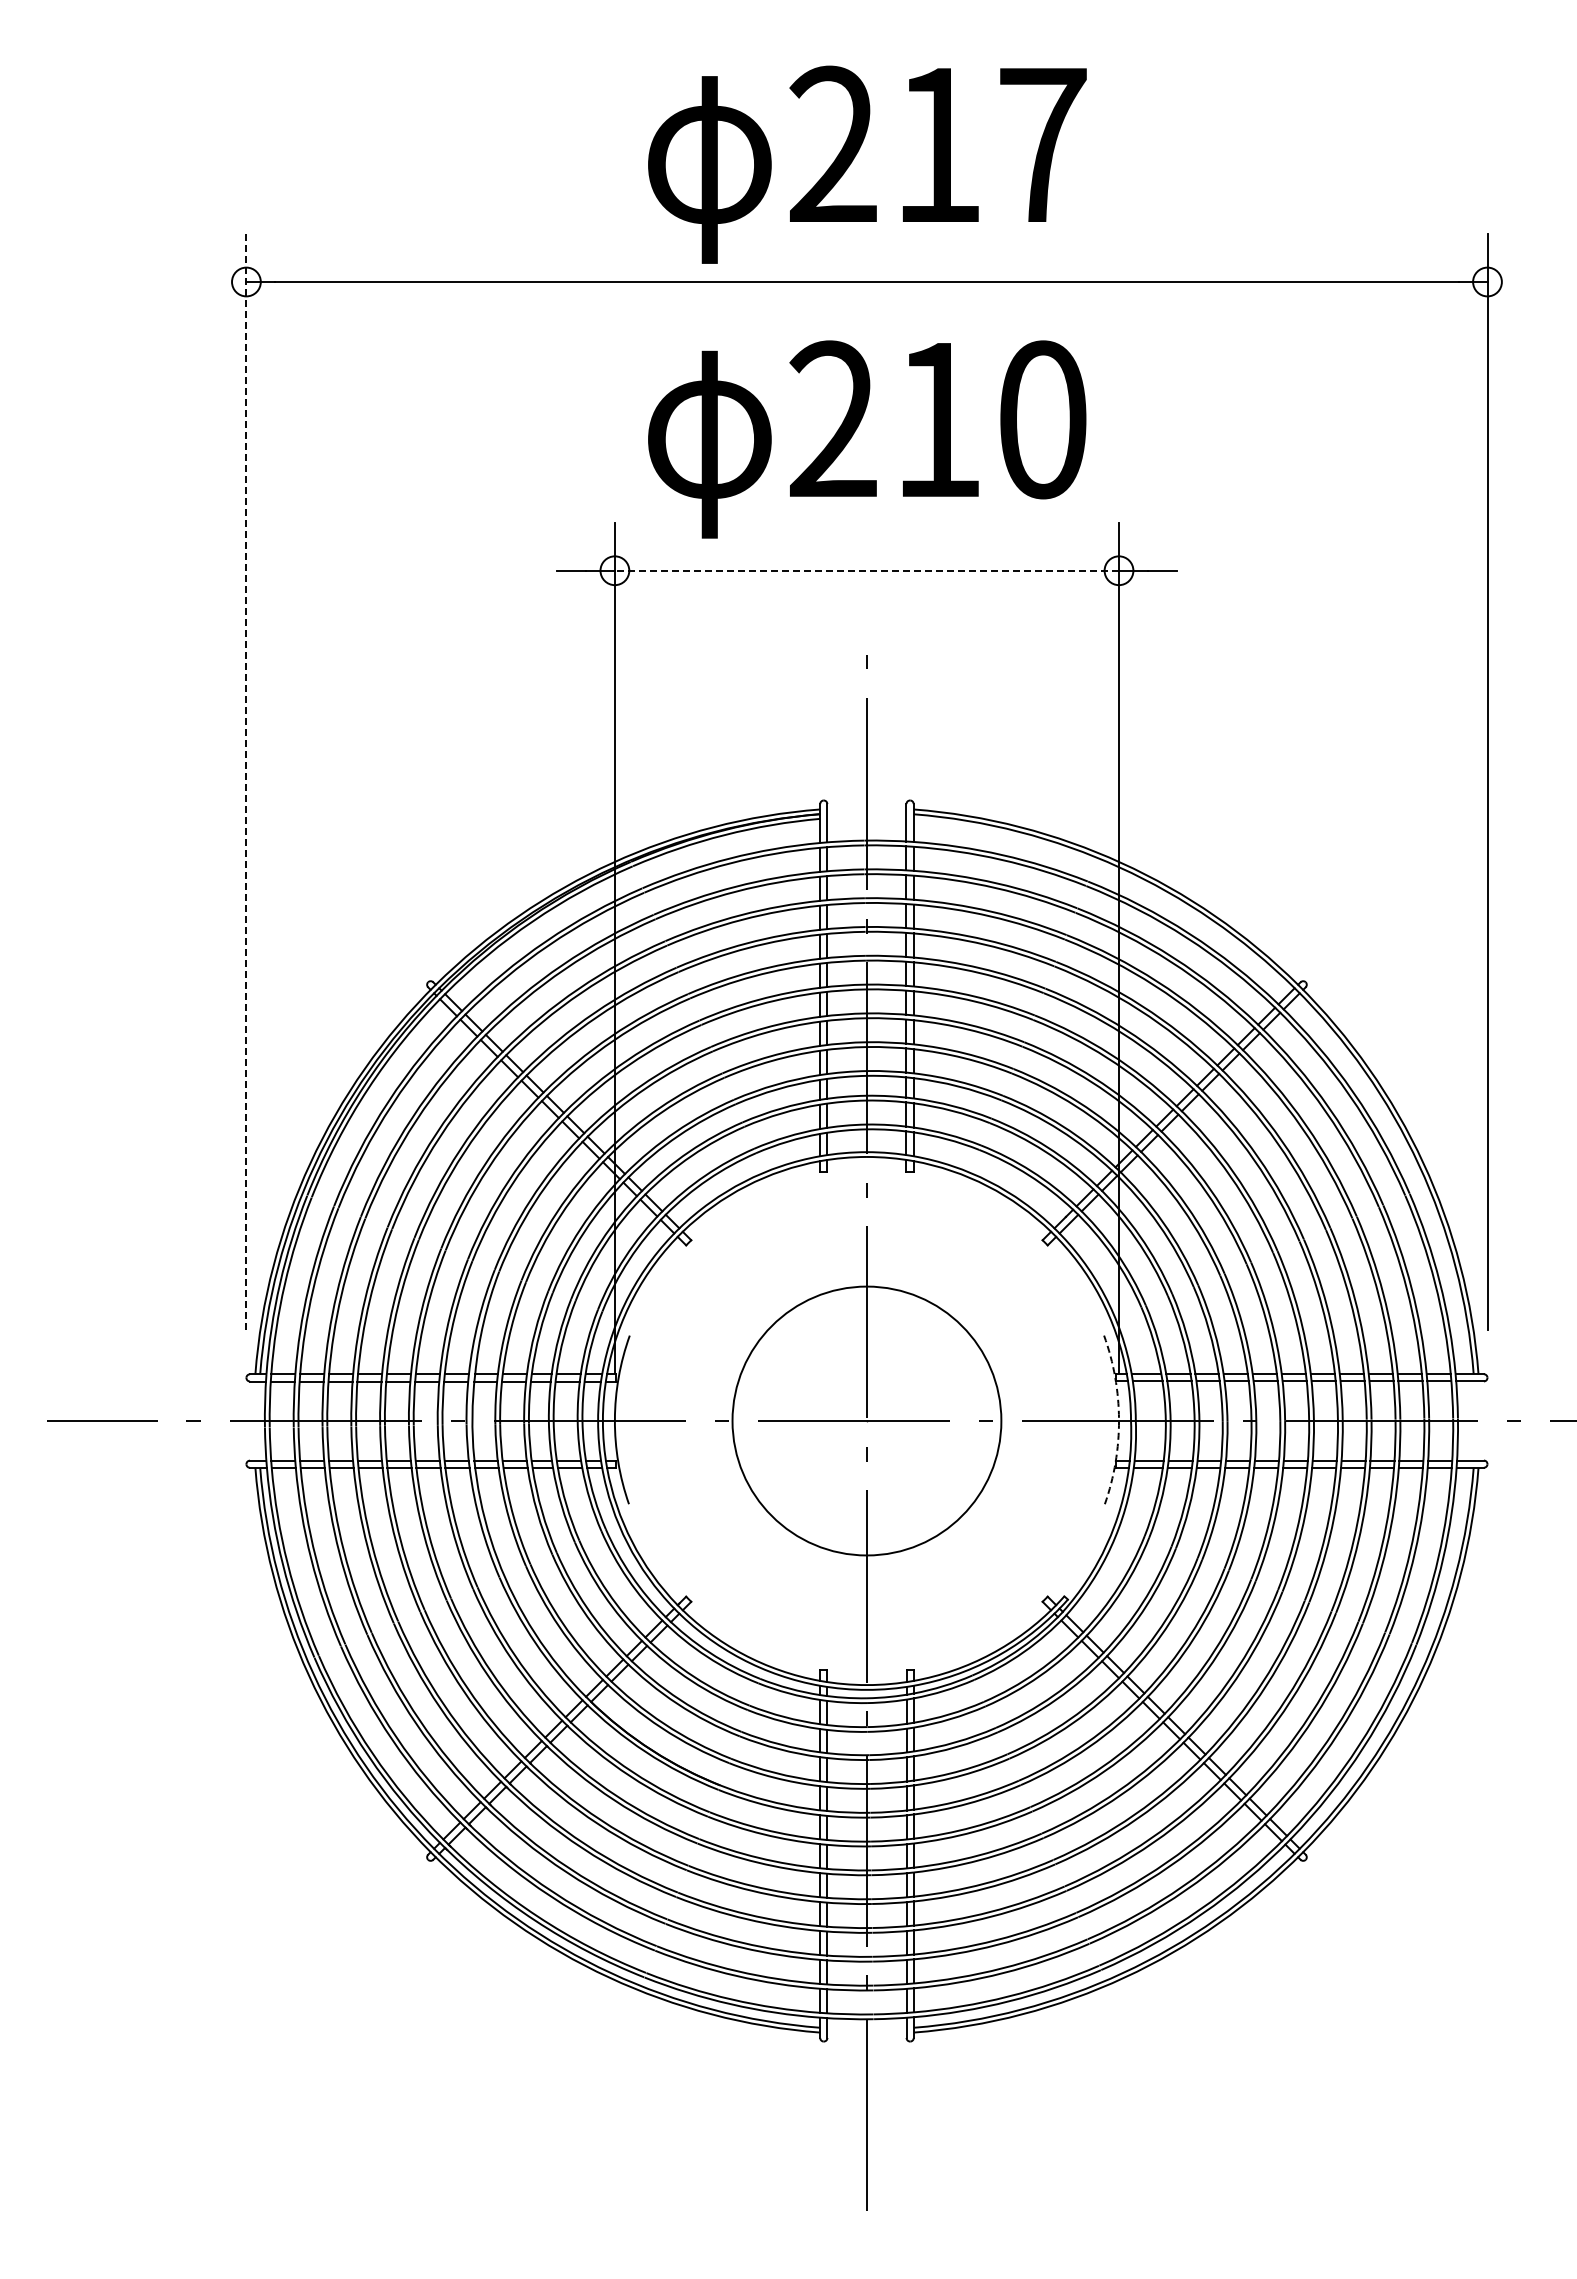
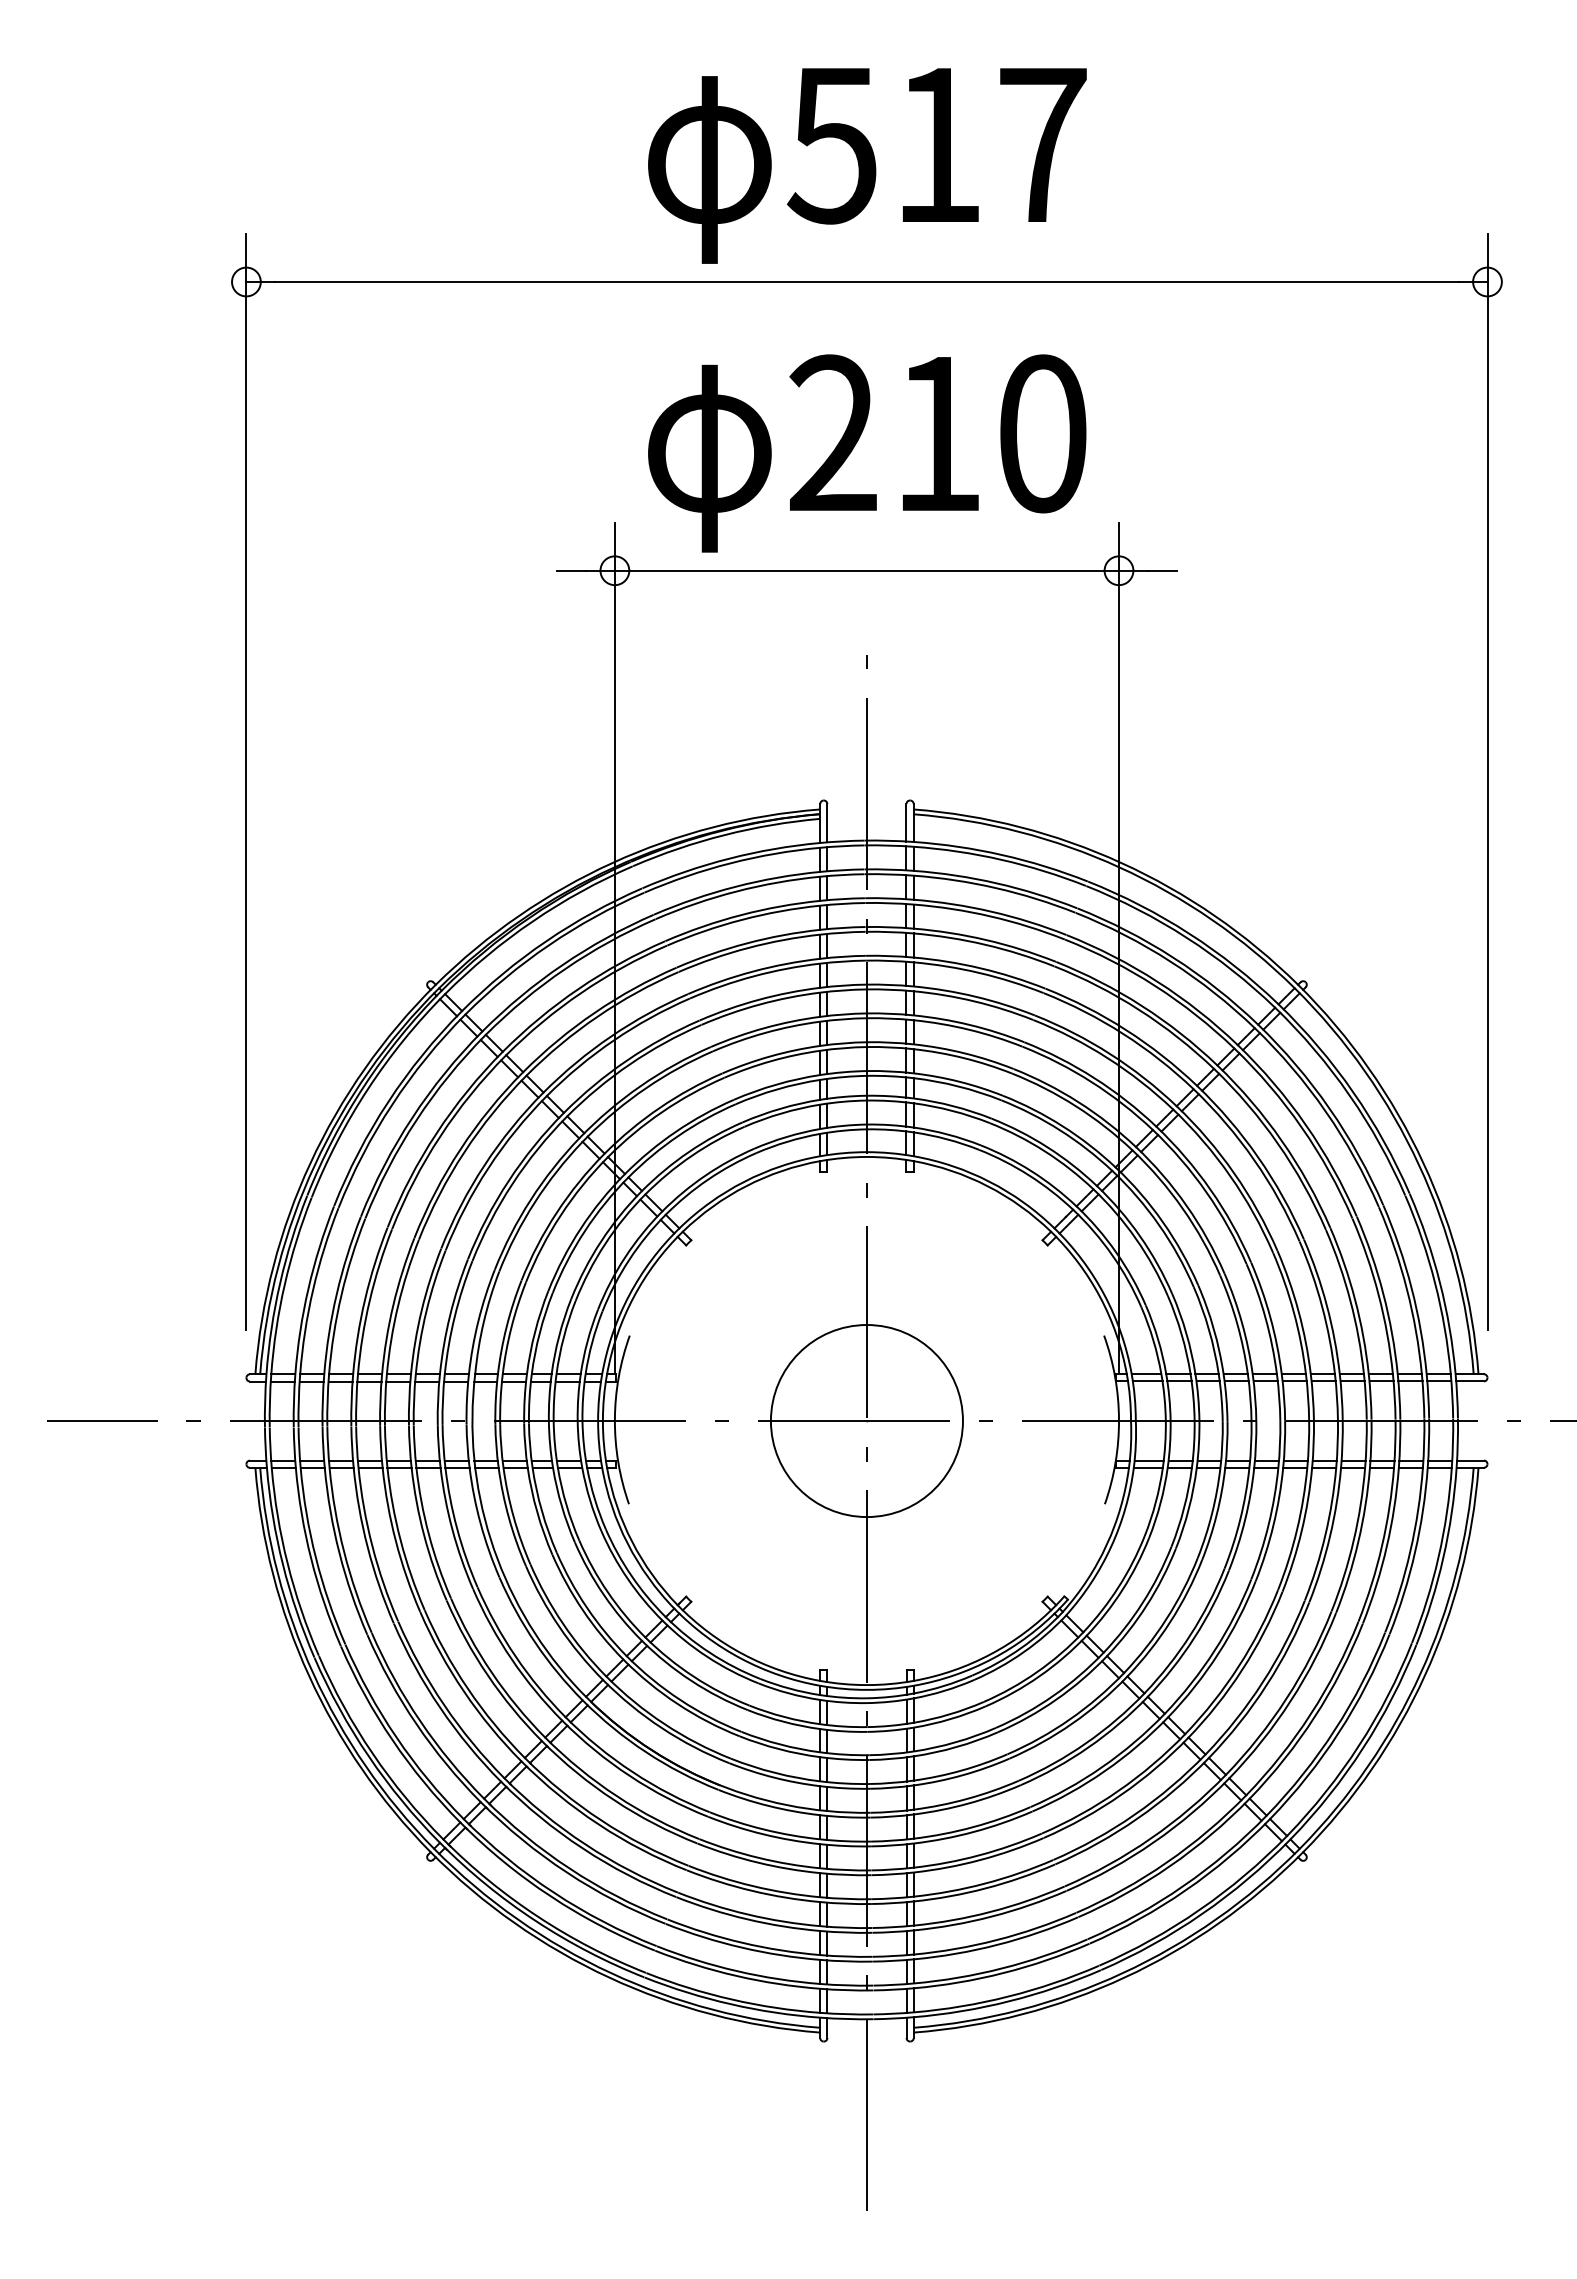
text at (831, 144): 217 -> 517
text at (867, 439) position: (867, 439) -> (867, 453)
line at (866, 570): dashed -> solid
line at (246, 781): dashed -> solid
arc at (1119, 1419): dashed -> solid
circle at (866, 1420) diameter: 269 px -> 192 px
